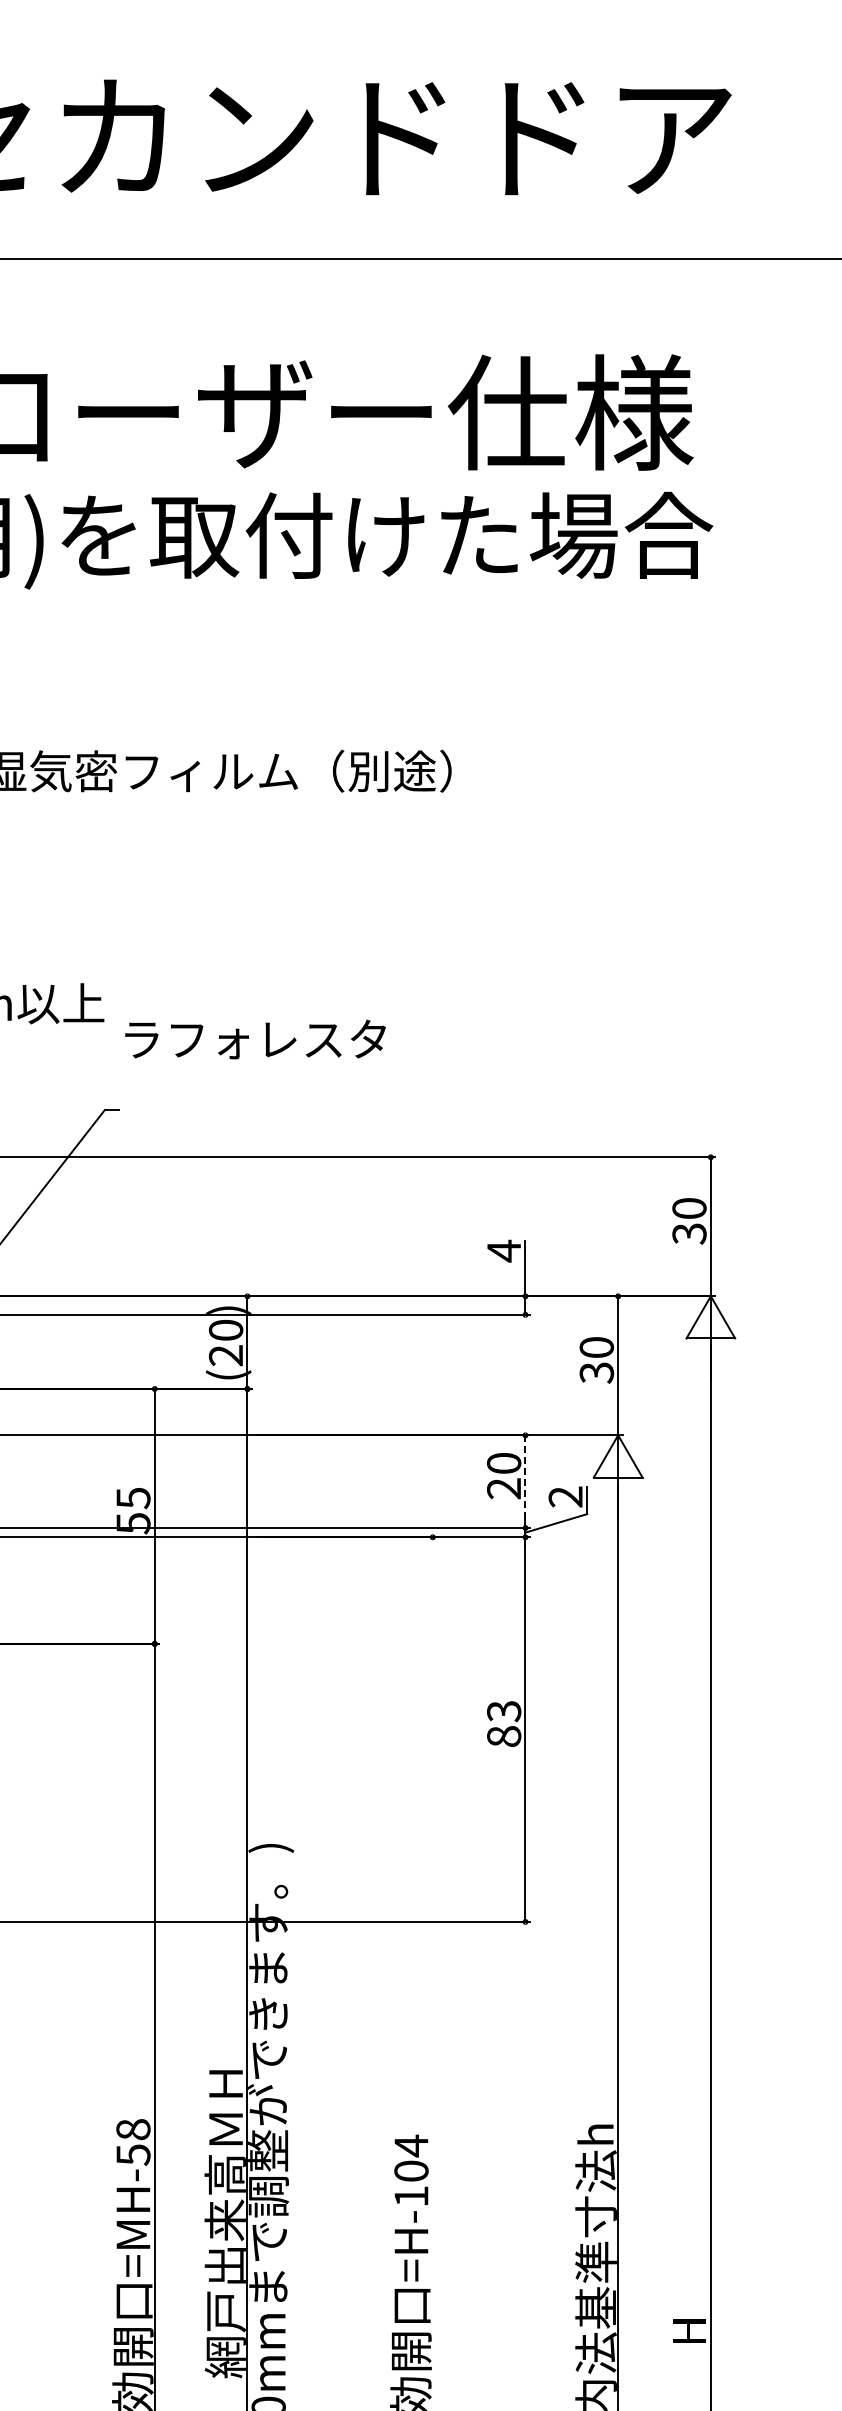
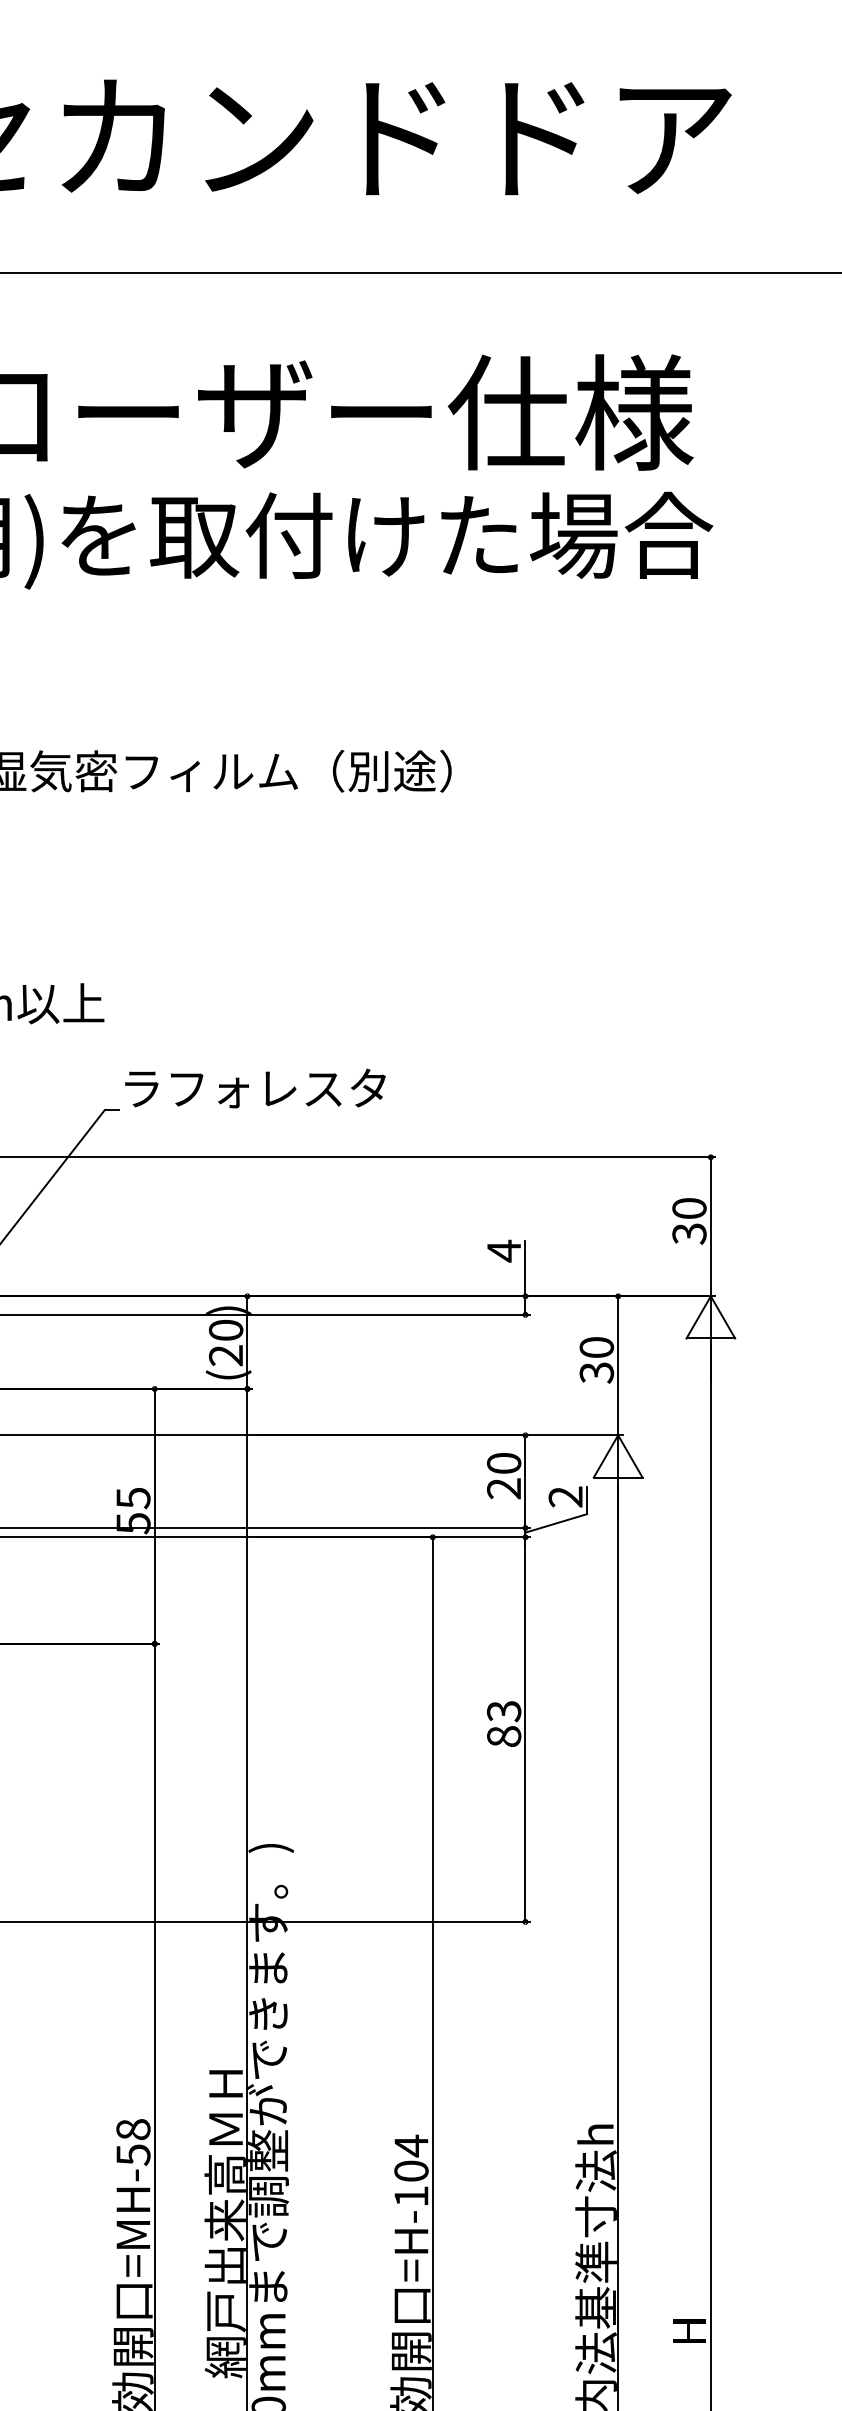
line at (420, 258) position: (420, 258) -> (420, 272)
text at (255, 1039) position: (255, 1039) -> (255, 1088)
line at (525, 1482): dashed -> solid
line at (432, 1972): none -> present
